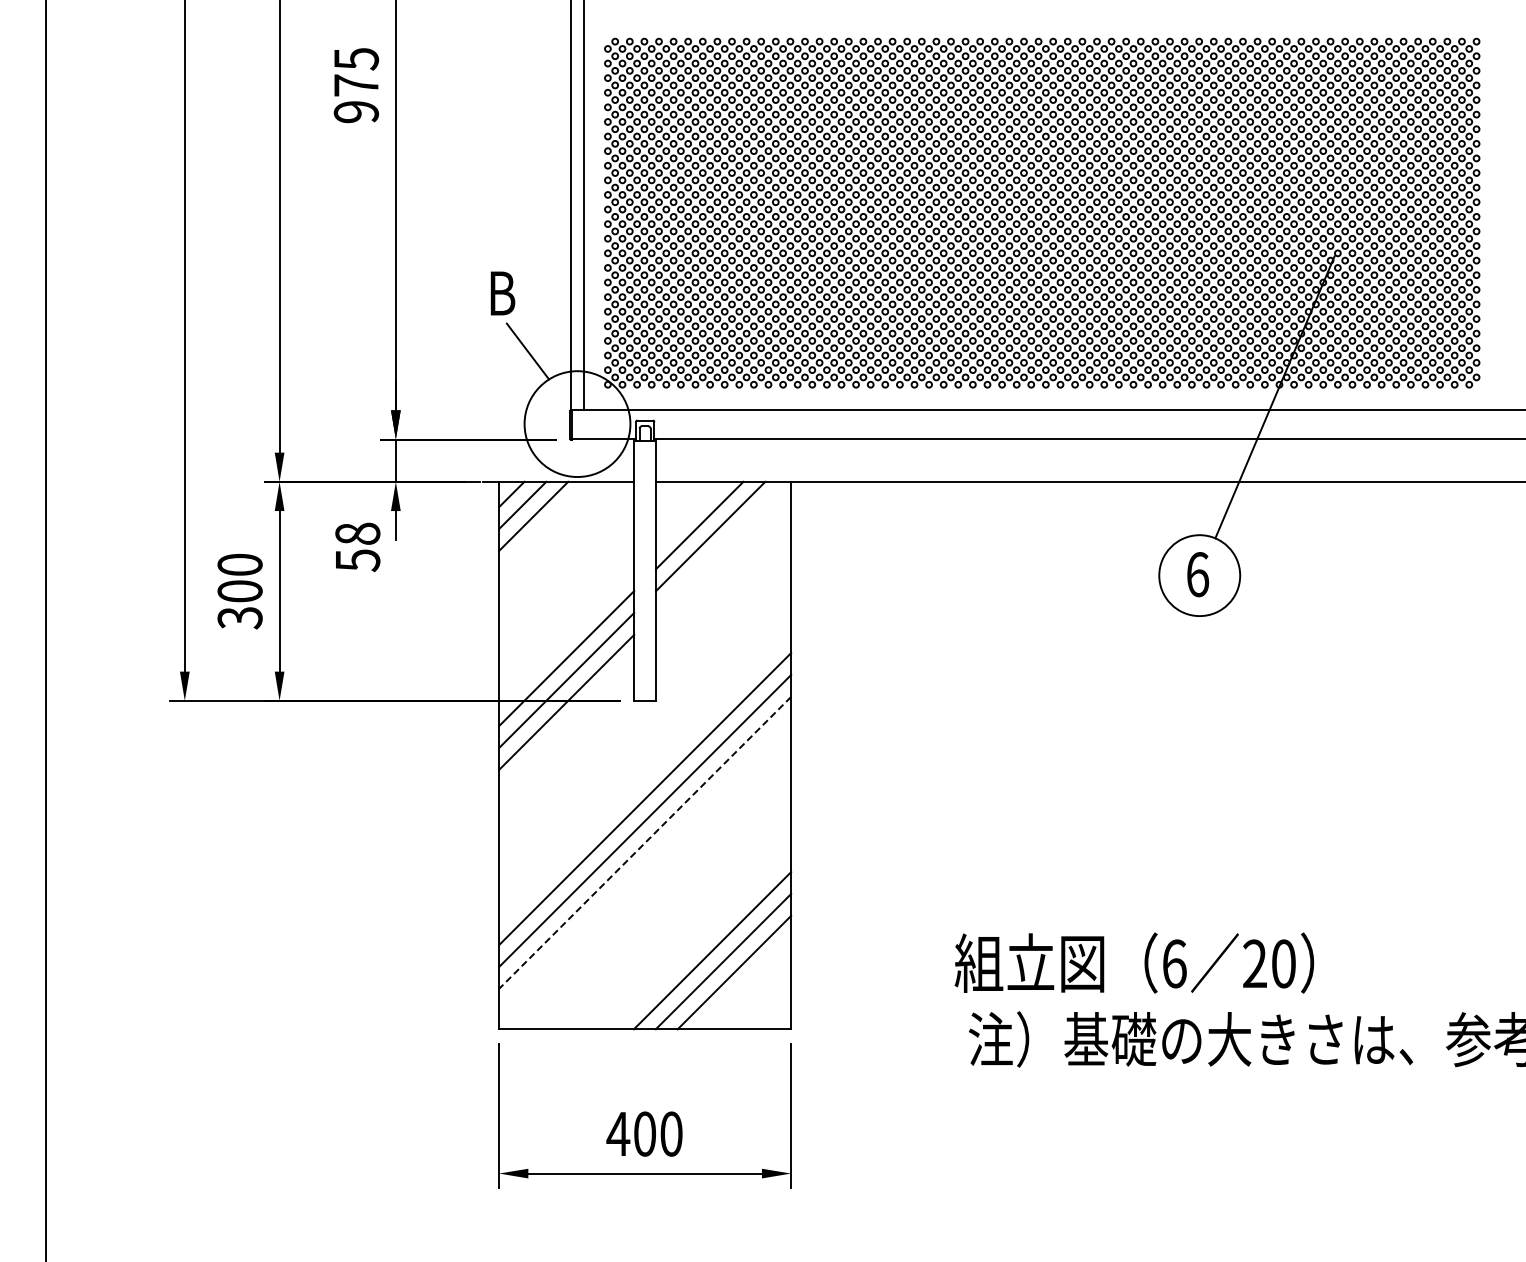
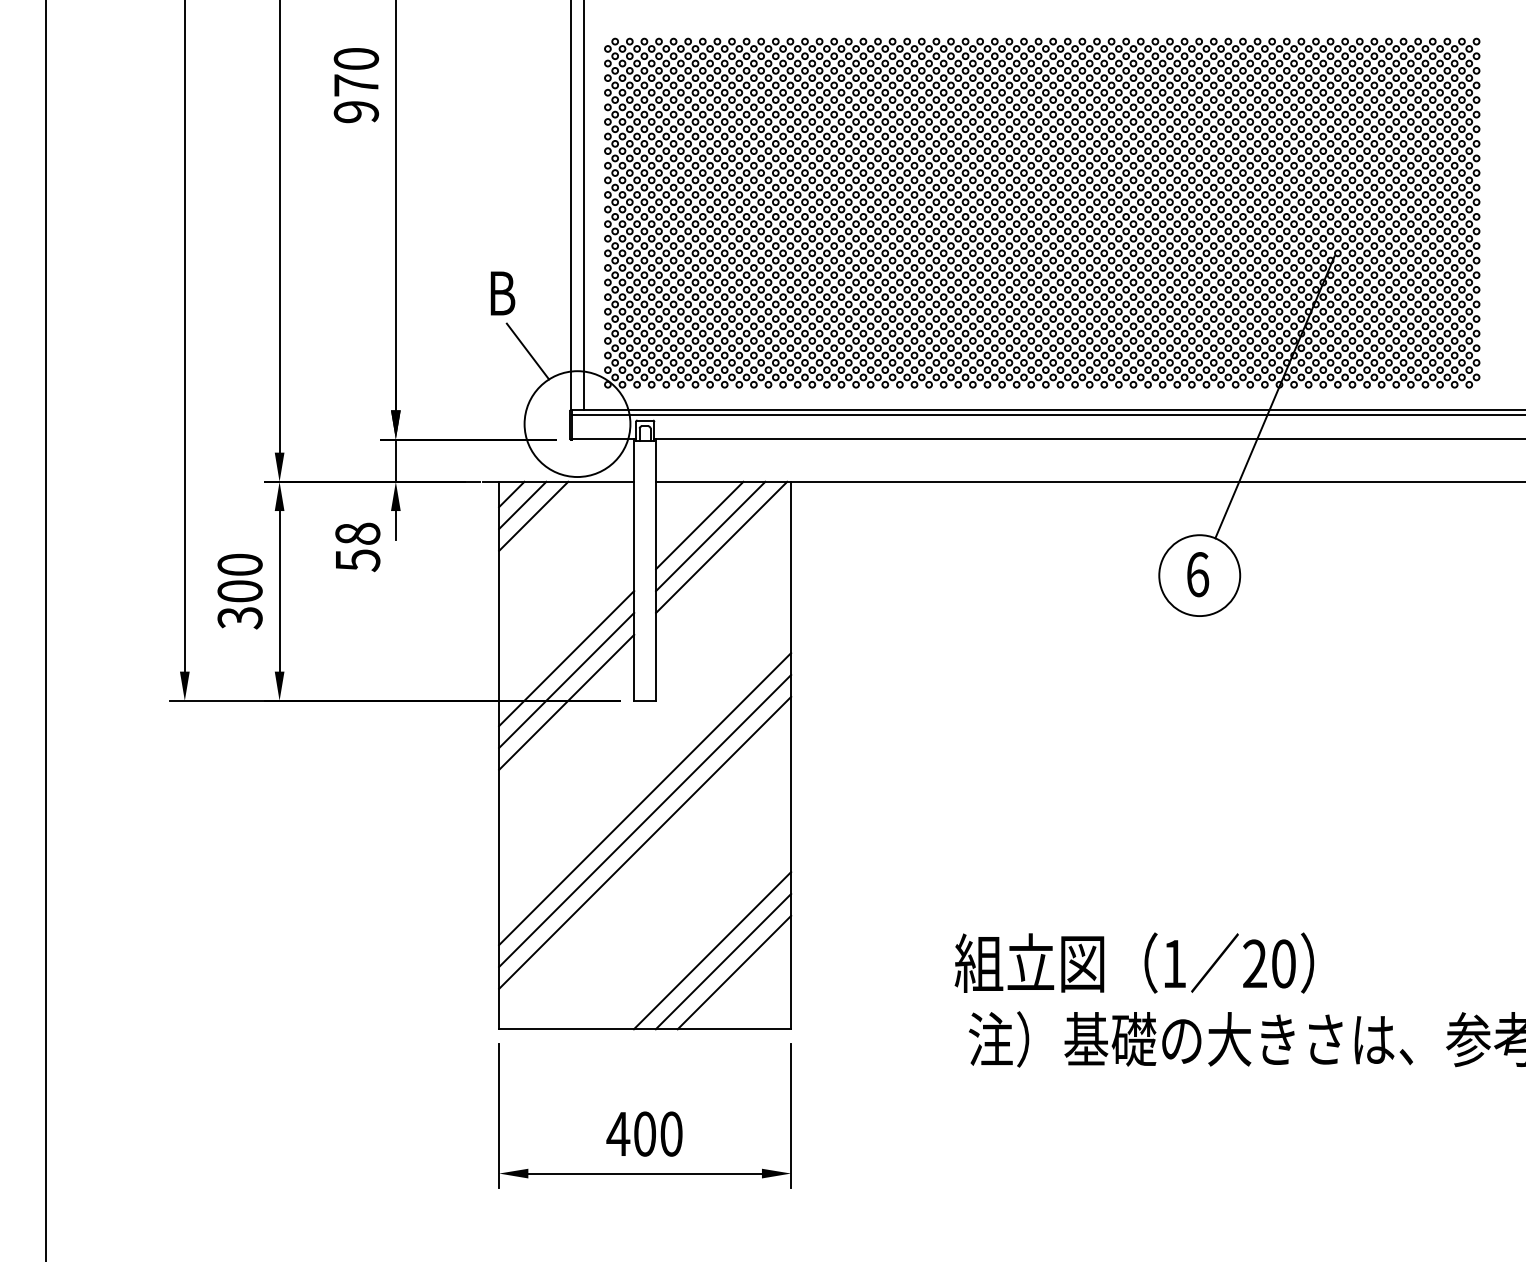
text at (355, 59): 975 -> 970
line at (1047, 415): none -> present
line at (721, 546): none -> present
line at (644, 843): dashed -> solid
text at (1174, 963): 6 -> 1
